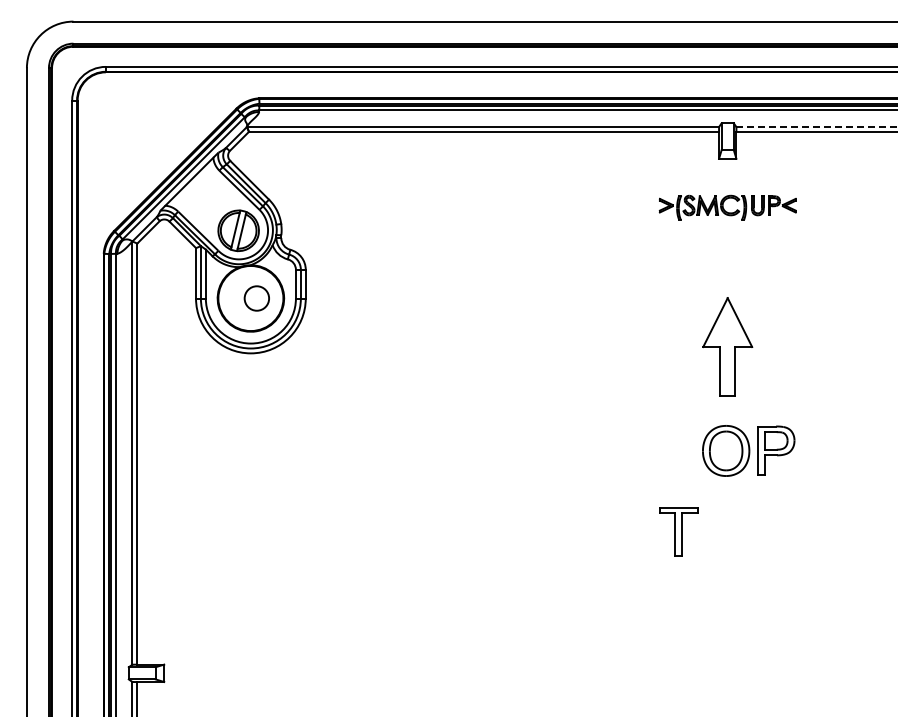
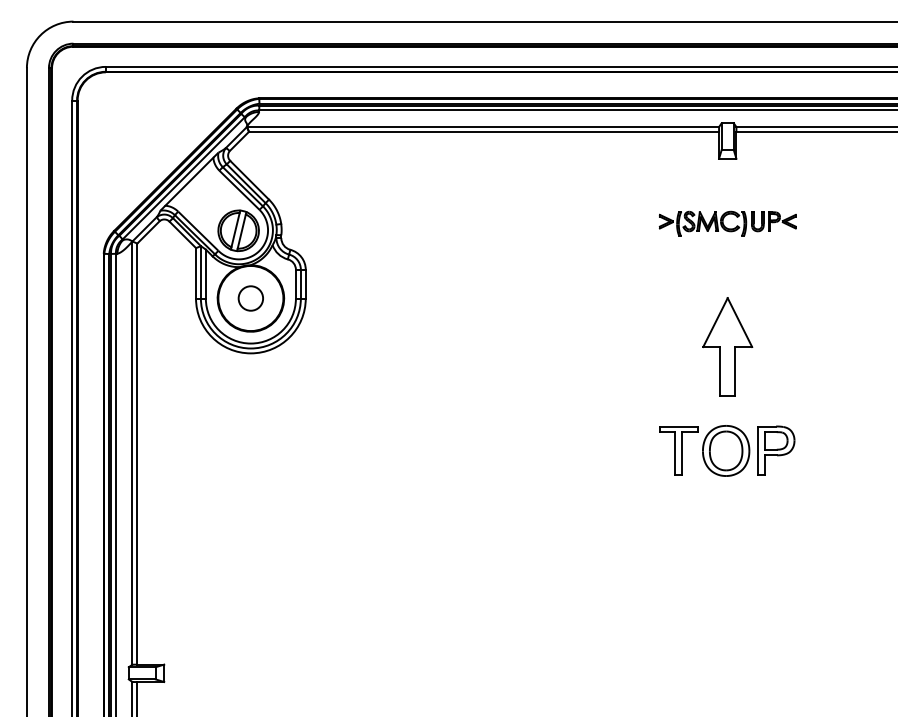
line at (817, 126): dashed -> solid
part at (727, 207) position: (727, 207) -> (727, 223)
circle at (256, 298) position: (256, 298) -> (250, 298)
part at (678, 531) position: (678, 531) -> (678, 450)
